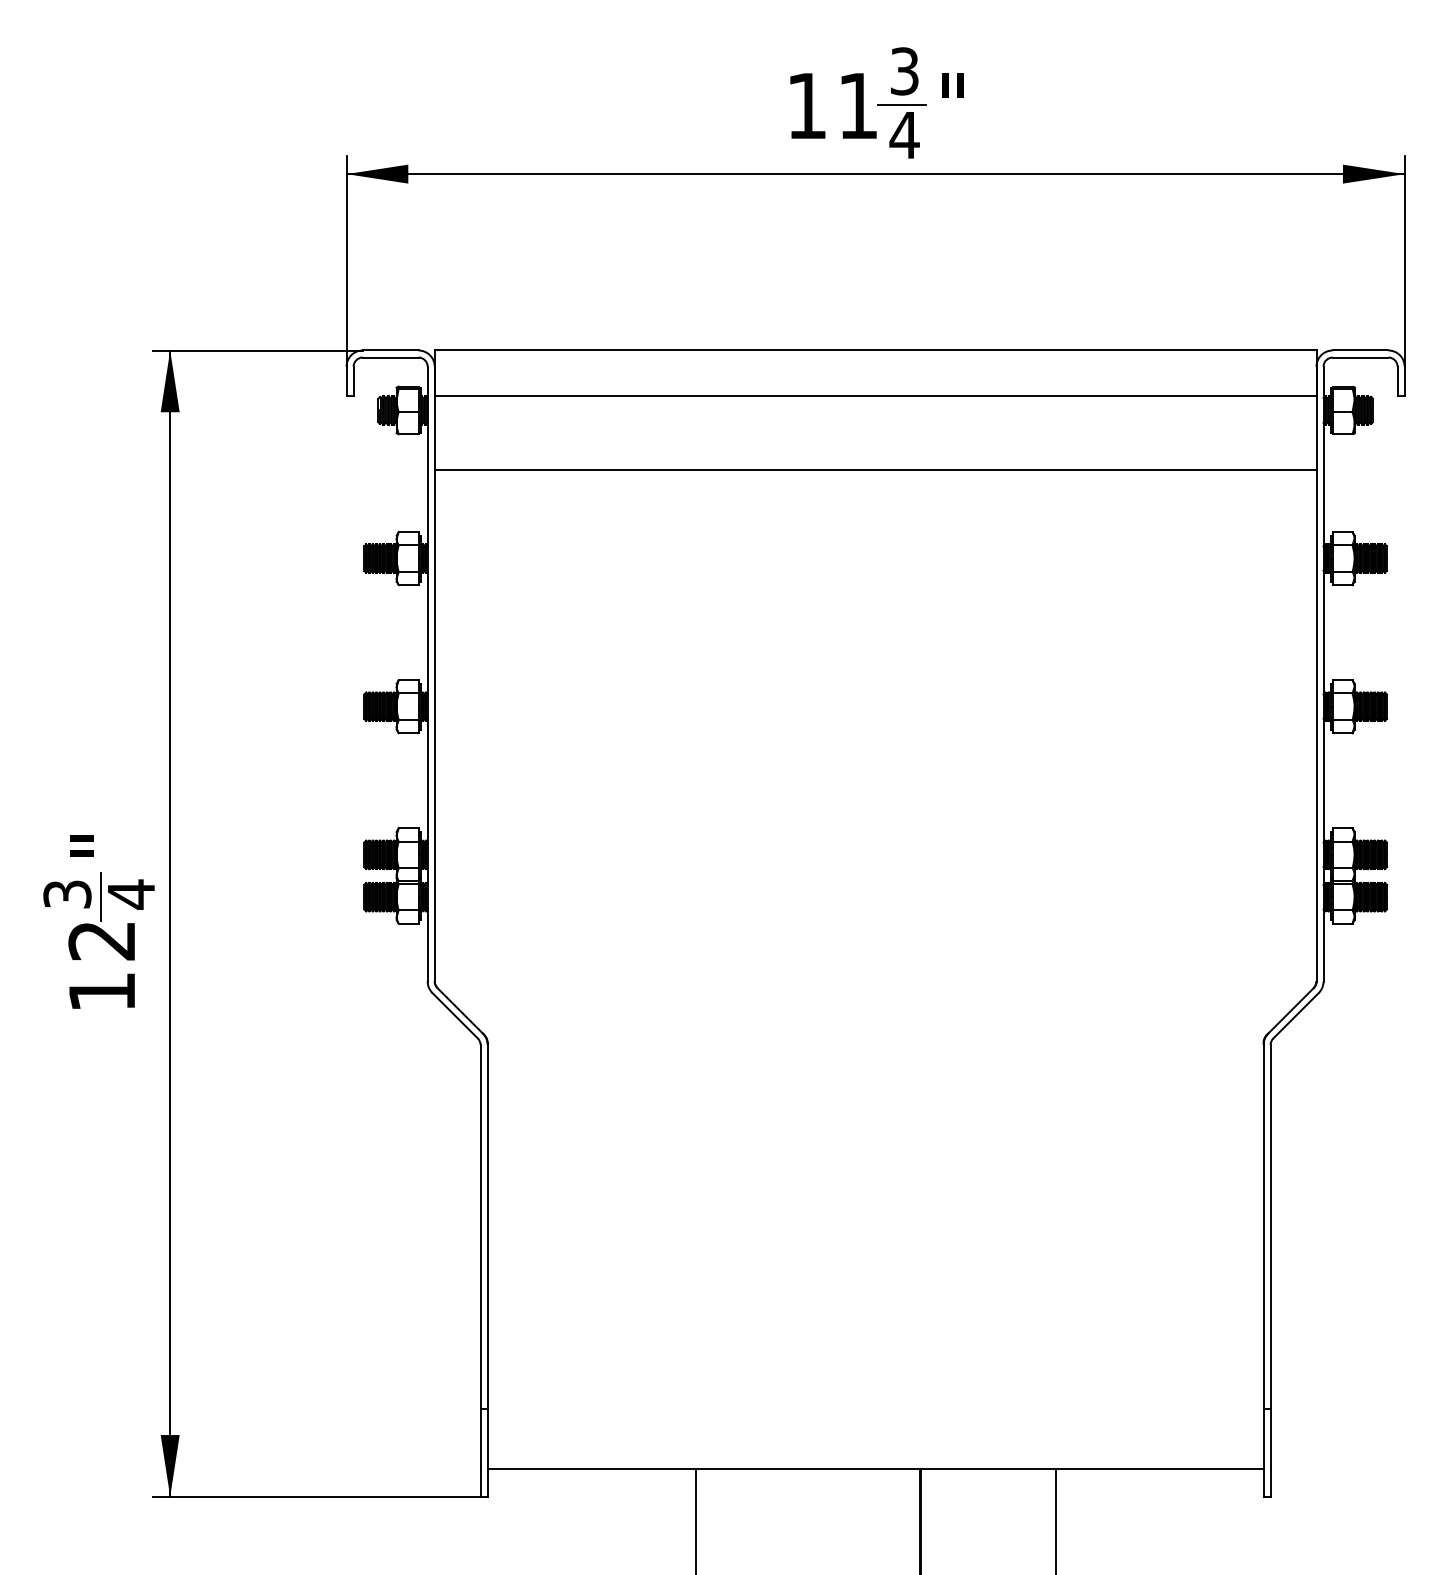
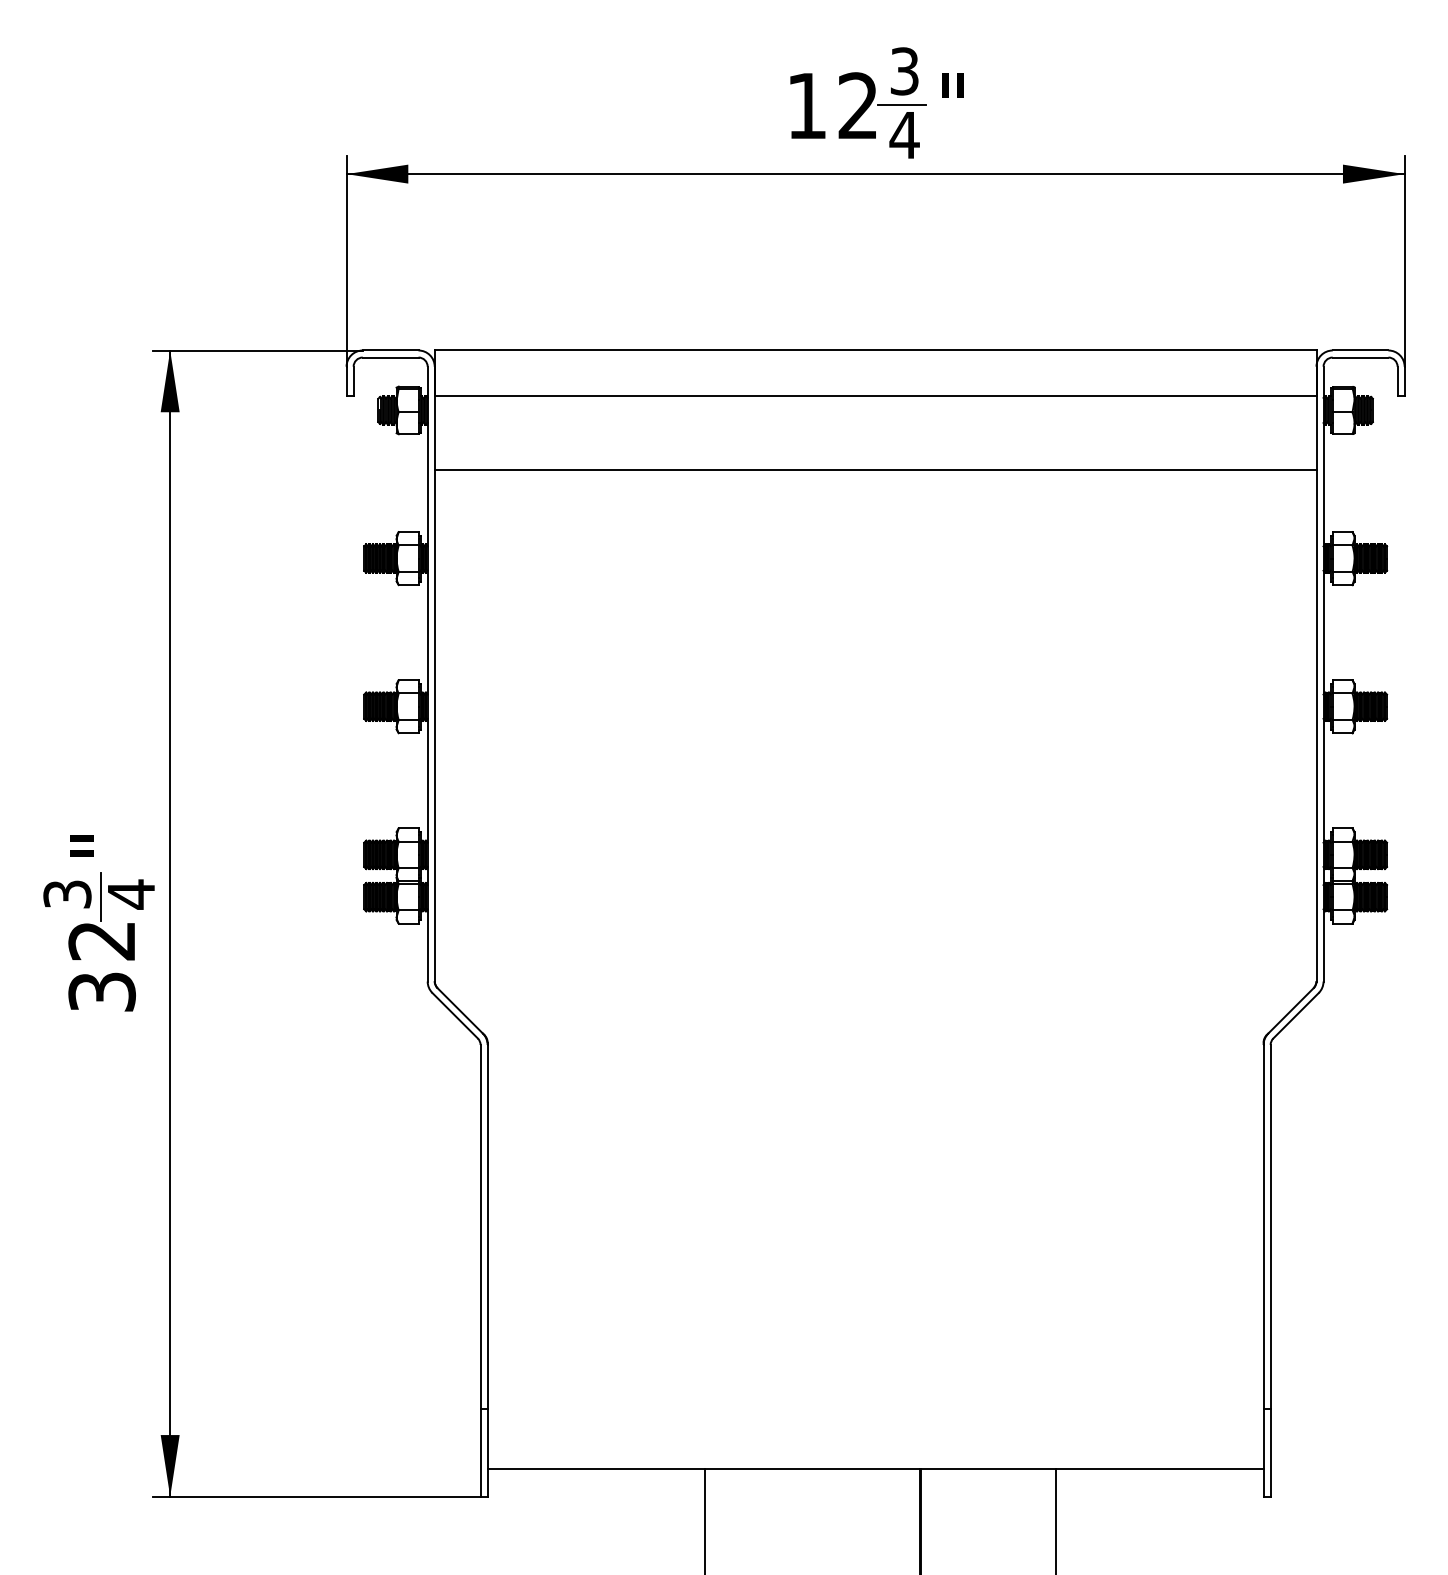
text at (857, 105): 11 -> 12
text at (101, 991): 12 -> 32
line at (695, 1519) position: (695, 1519) -> (704, 1519)
